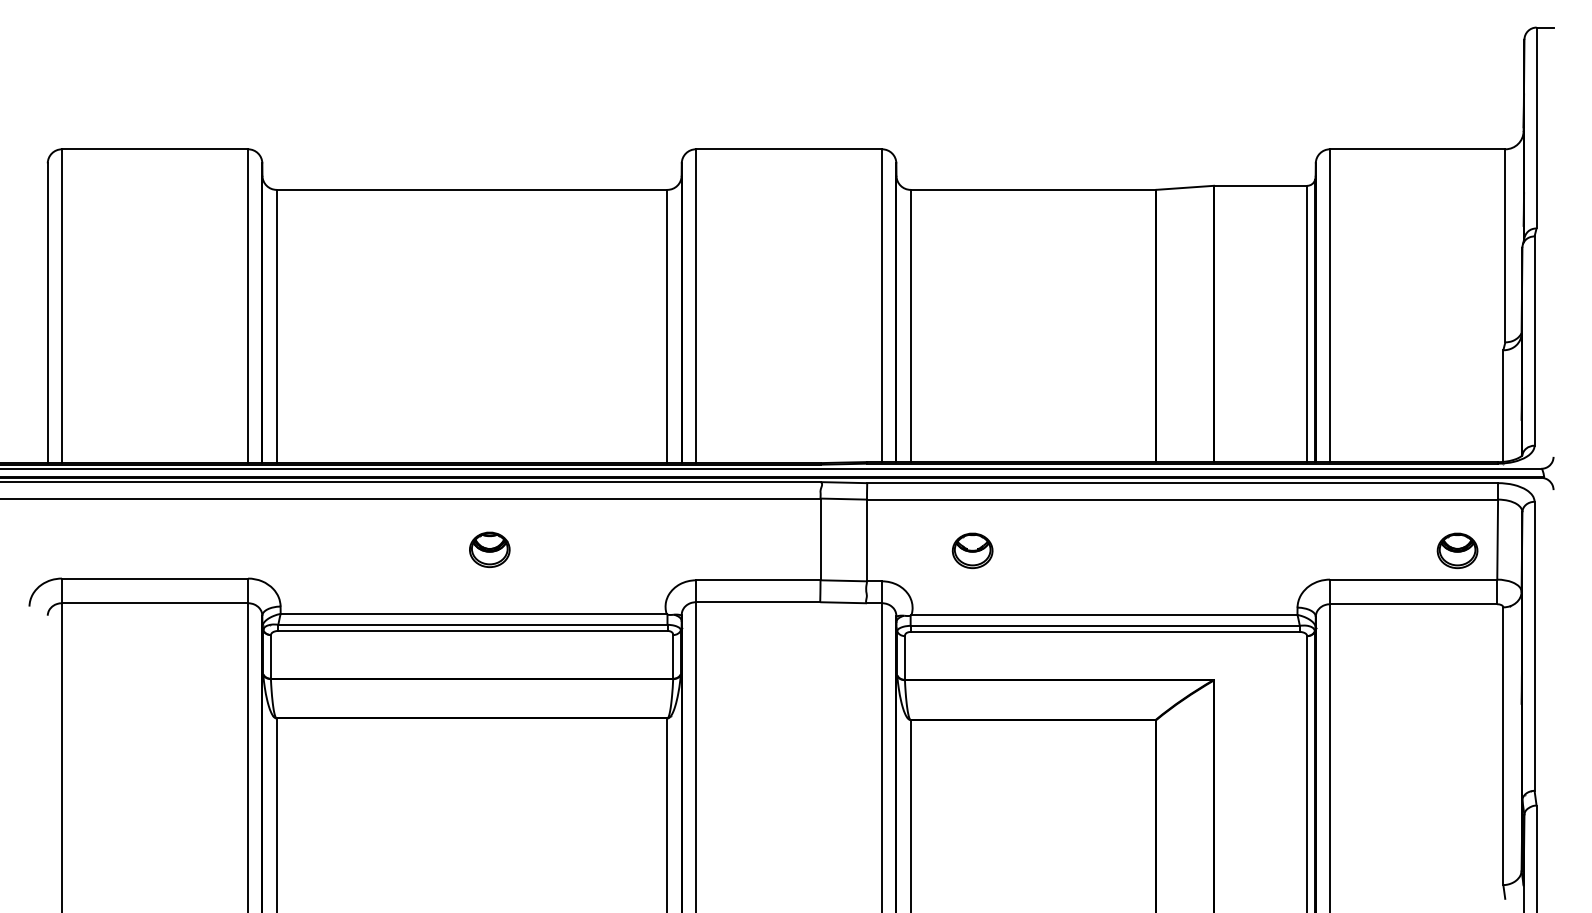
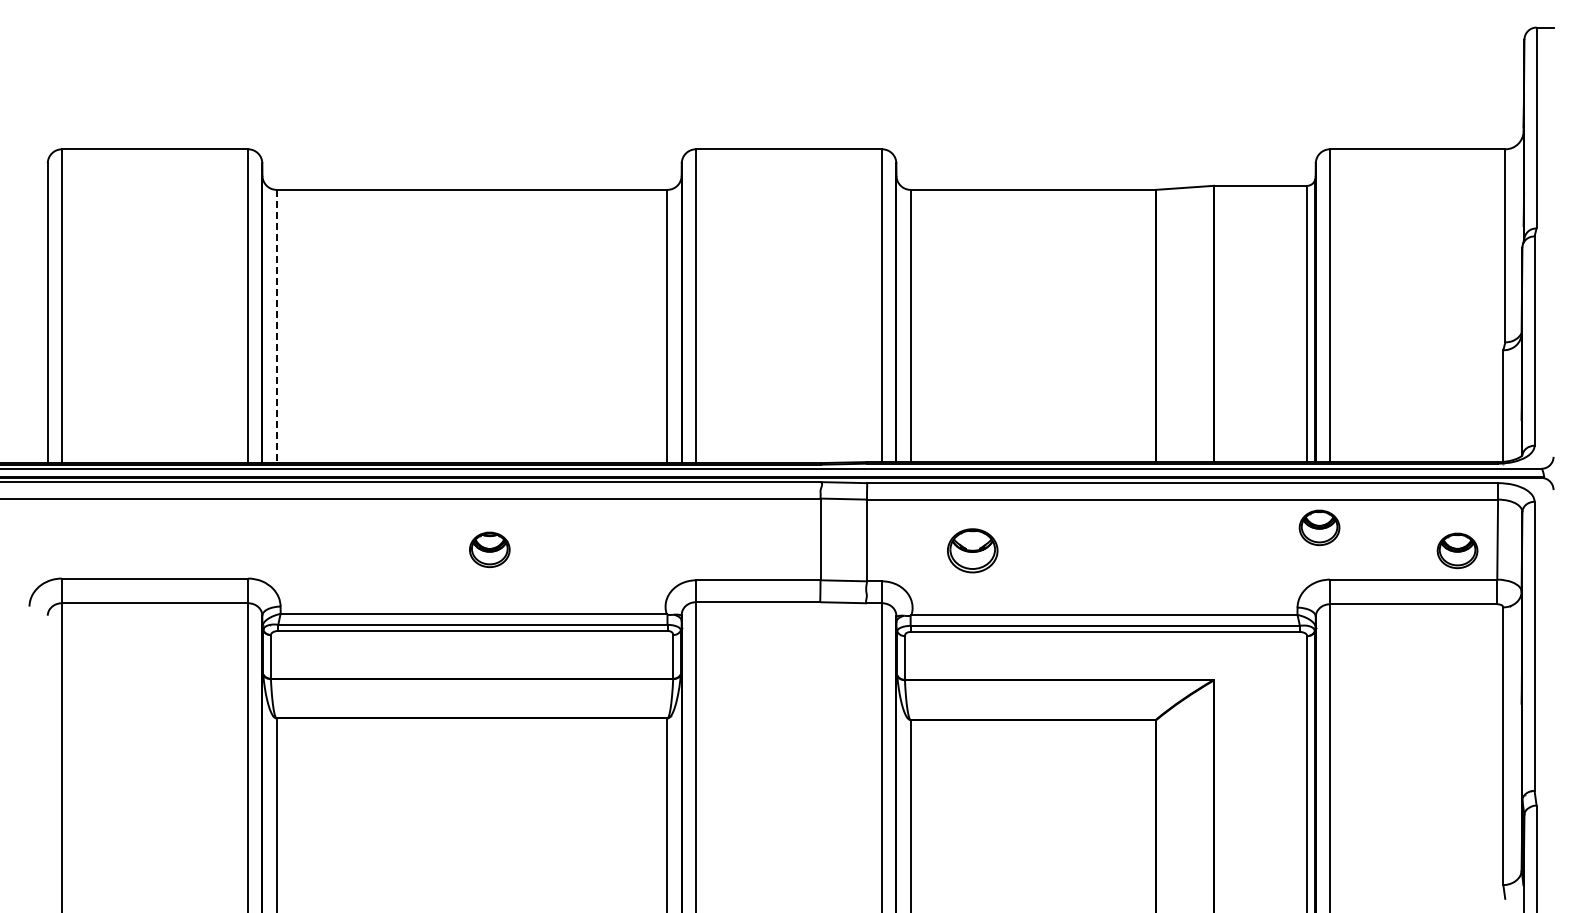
line at (276, 326): solid -> dashed
part at (1319, 527): none -> present
part at (972, 550) size: 43x38 px -> 52x46 px
